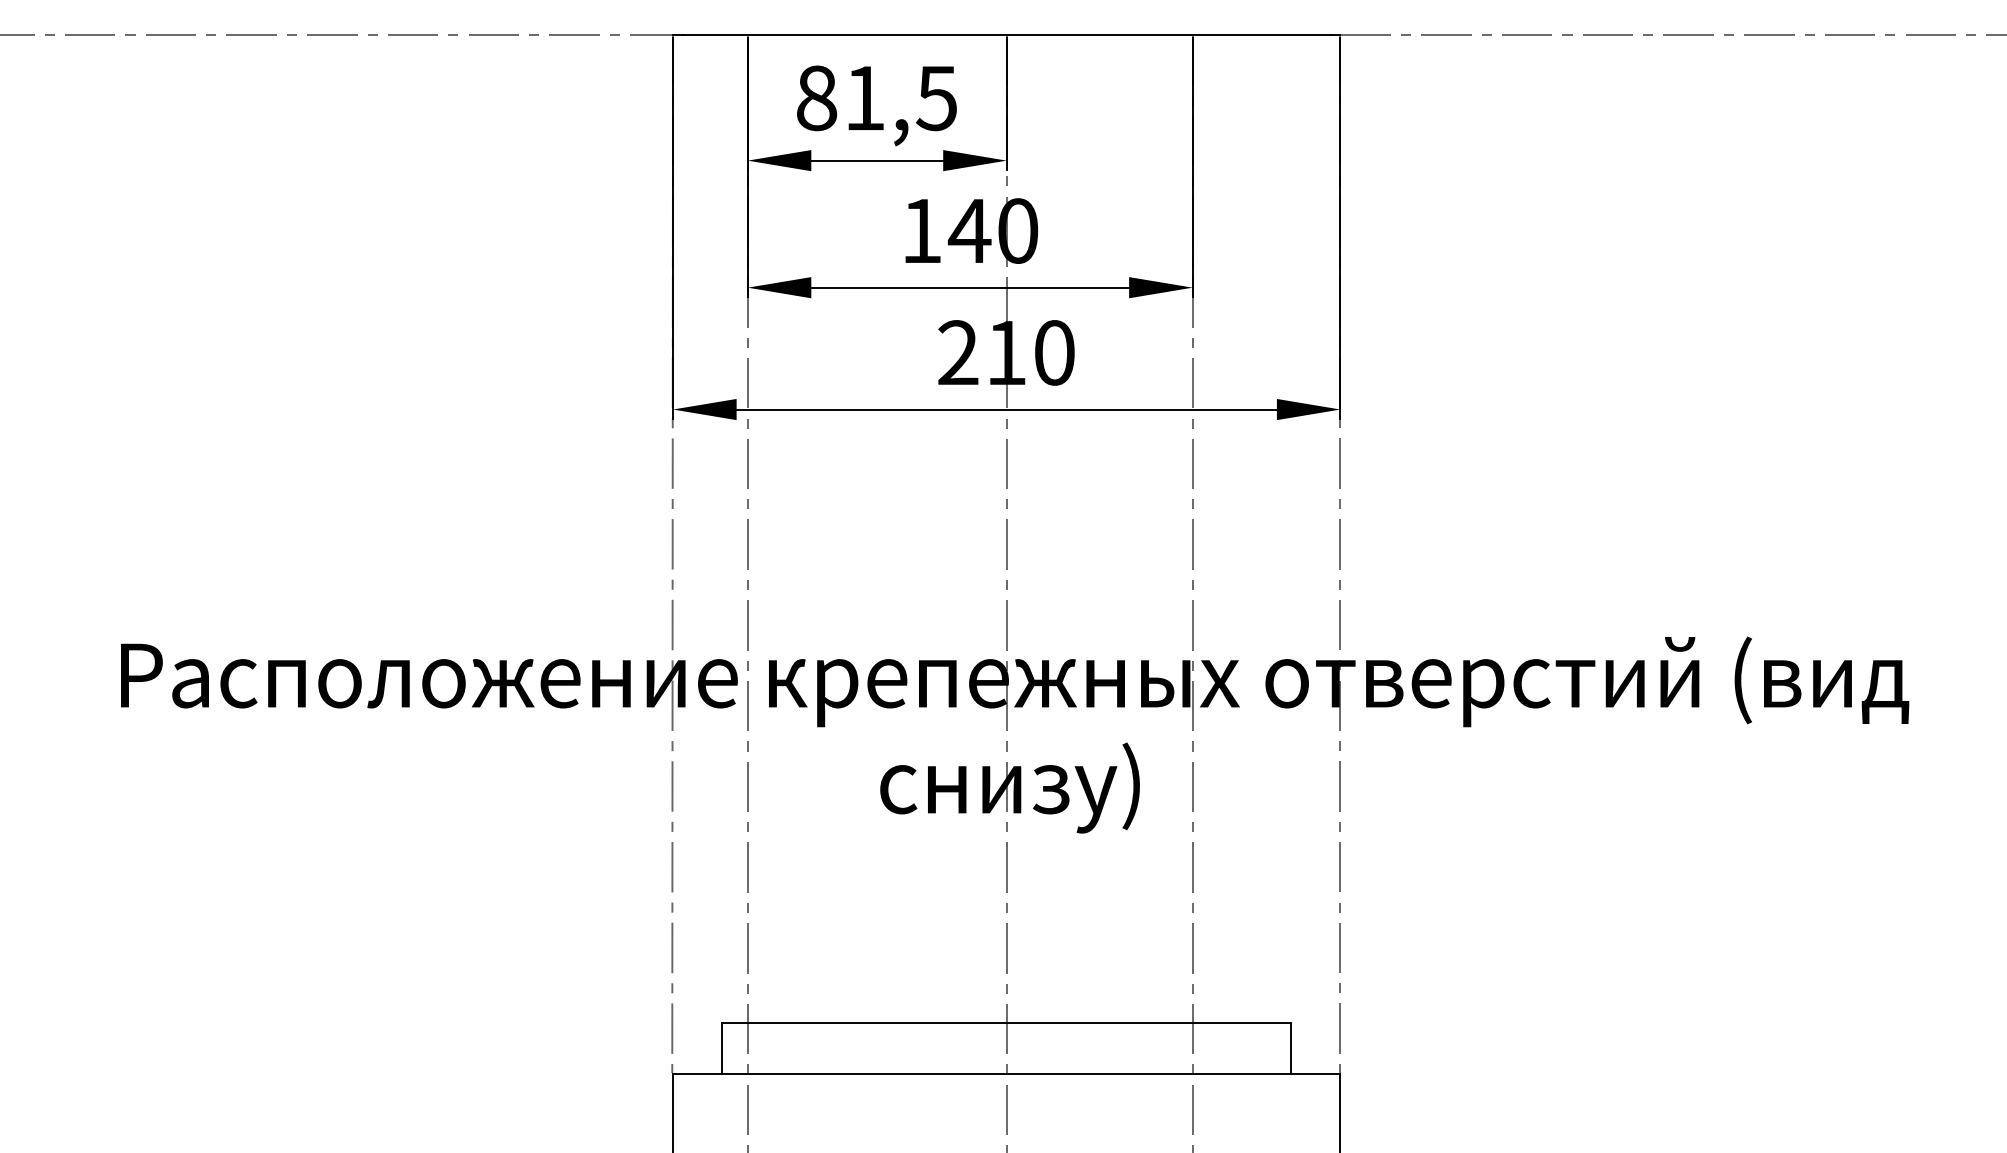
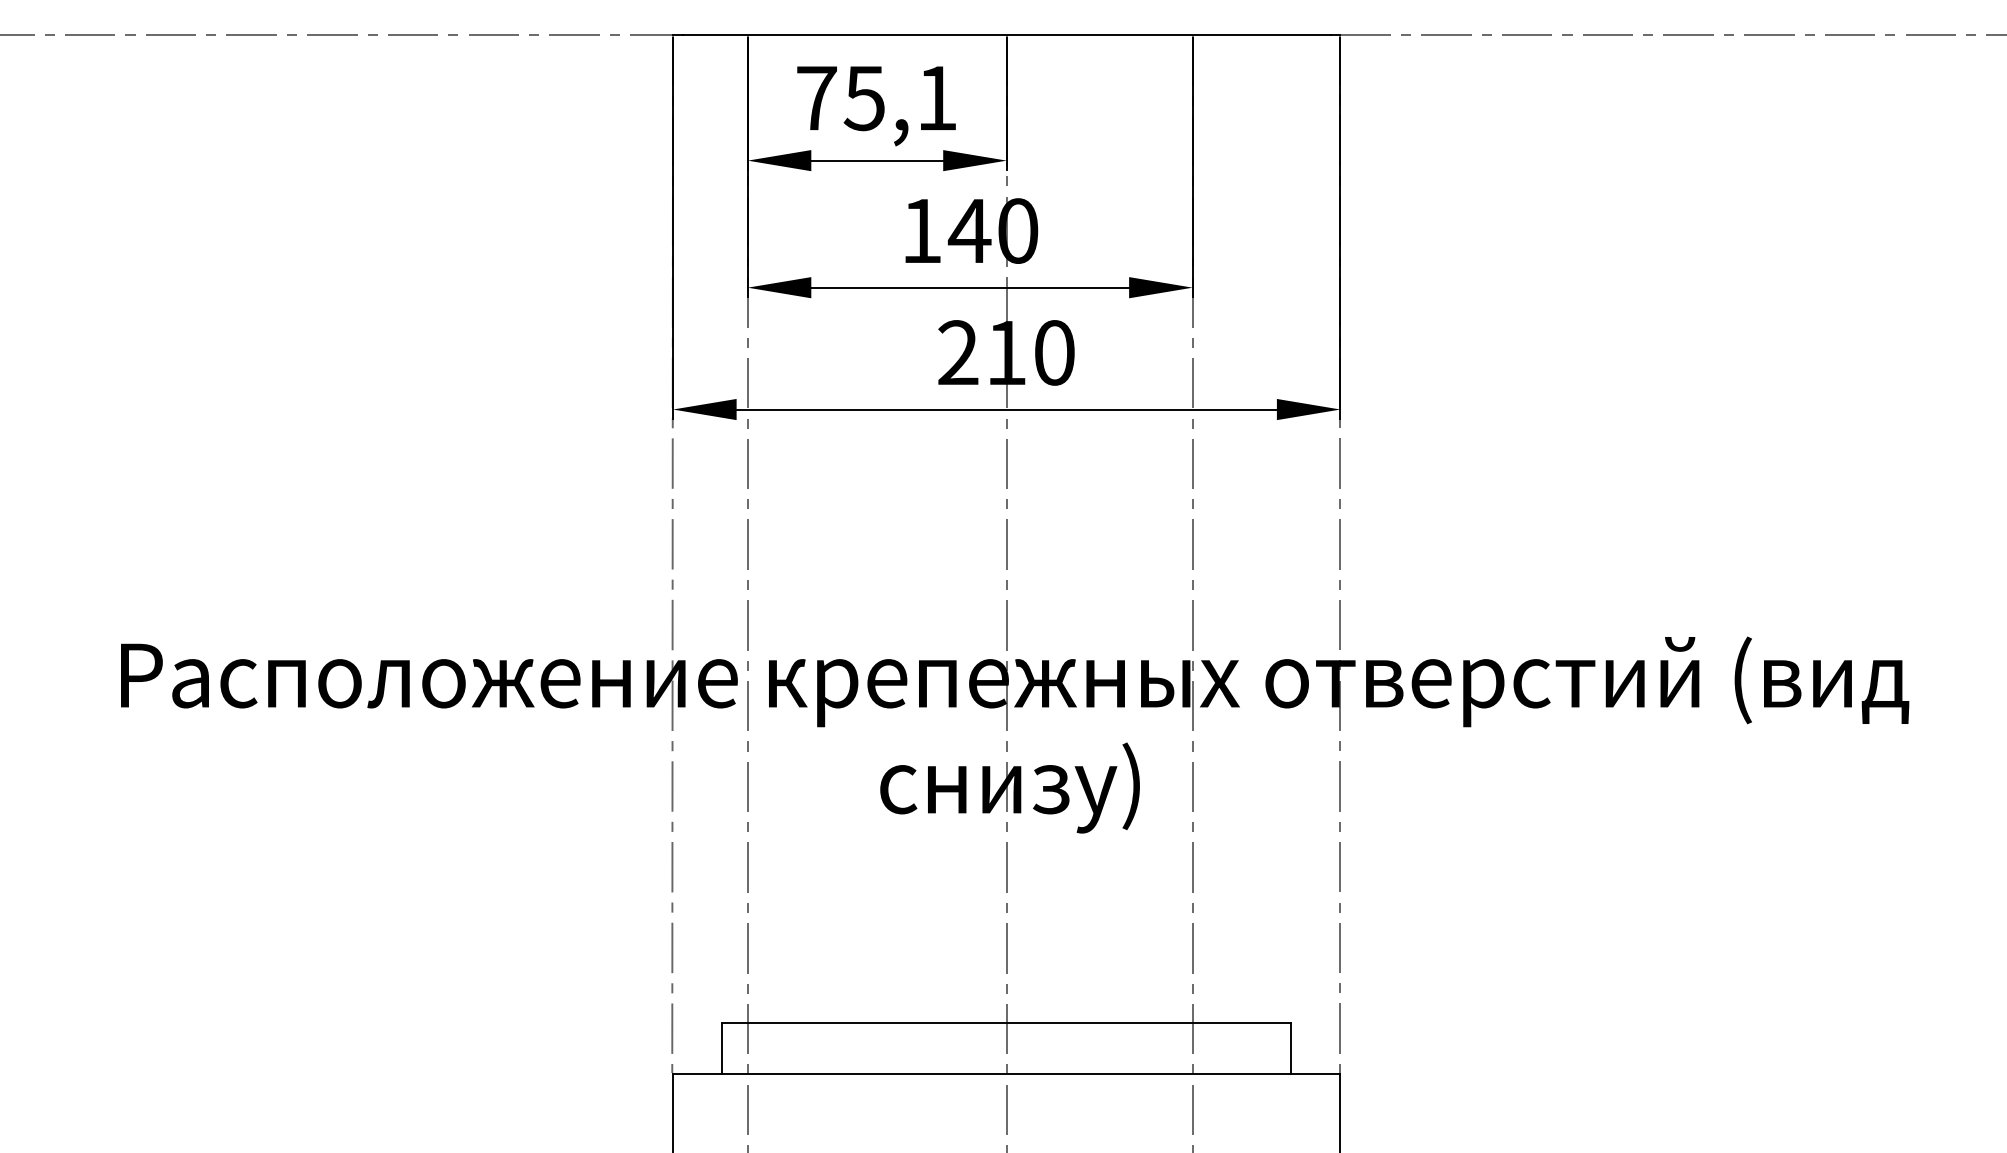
text at (876, 98): 81,5 -> 75,1
